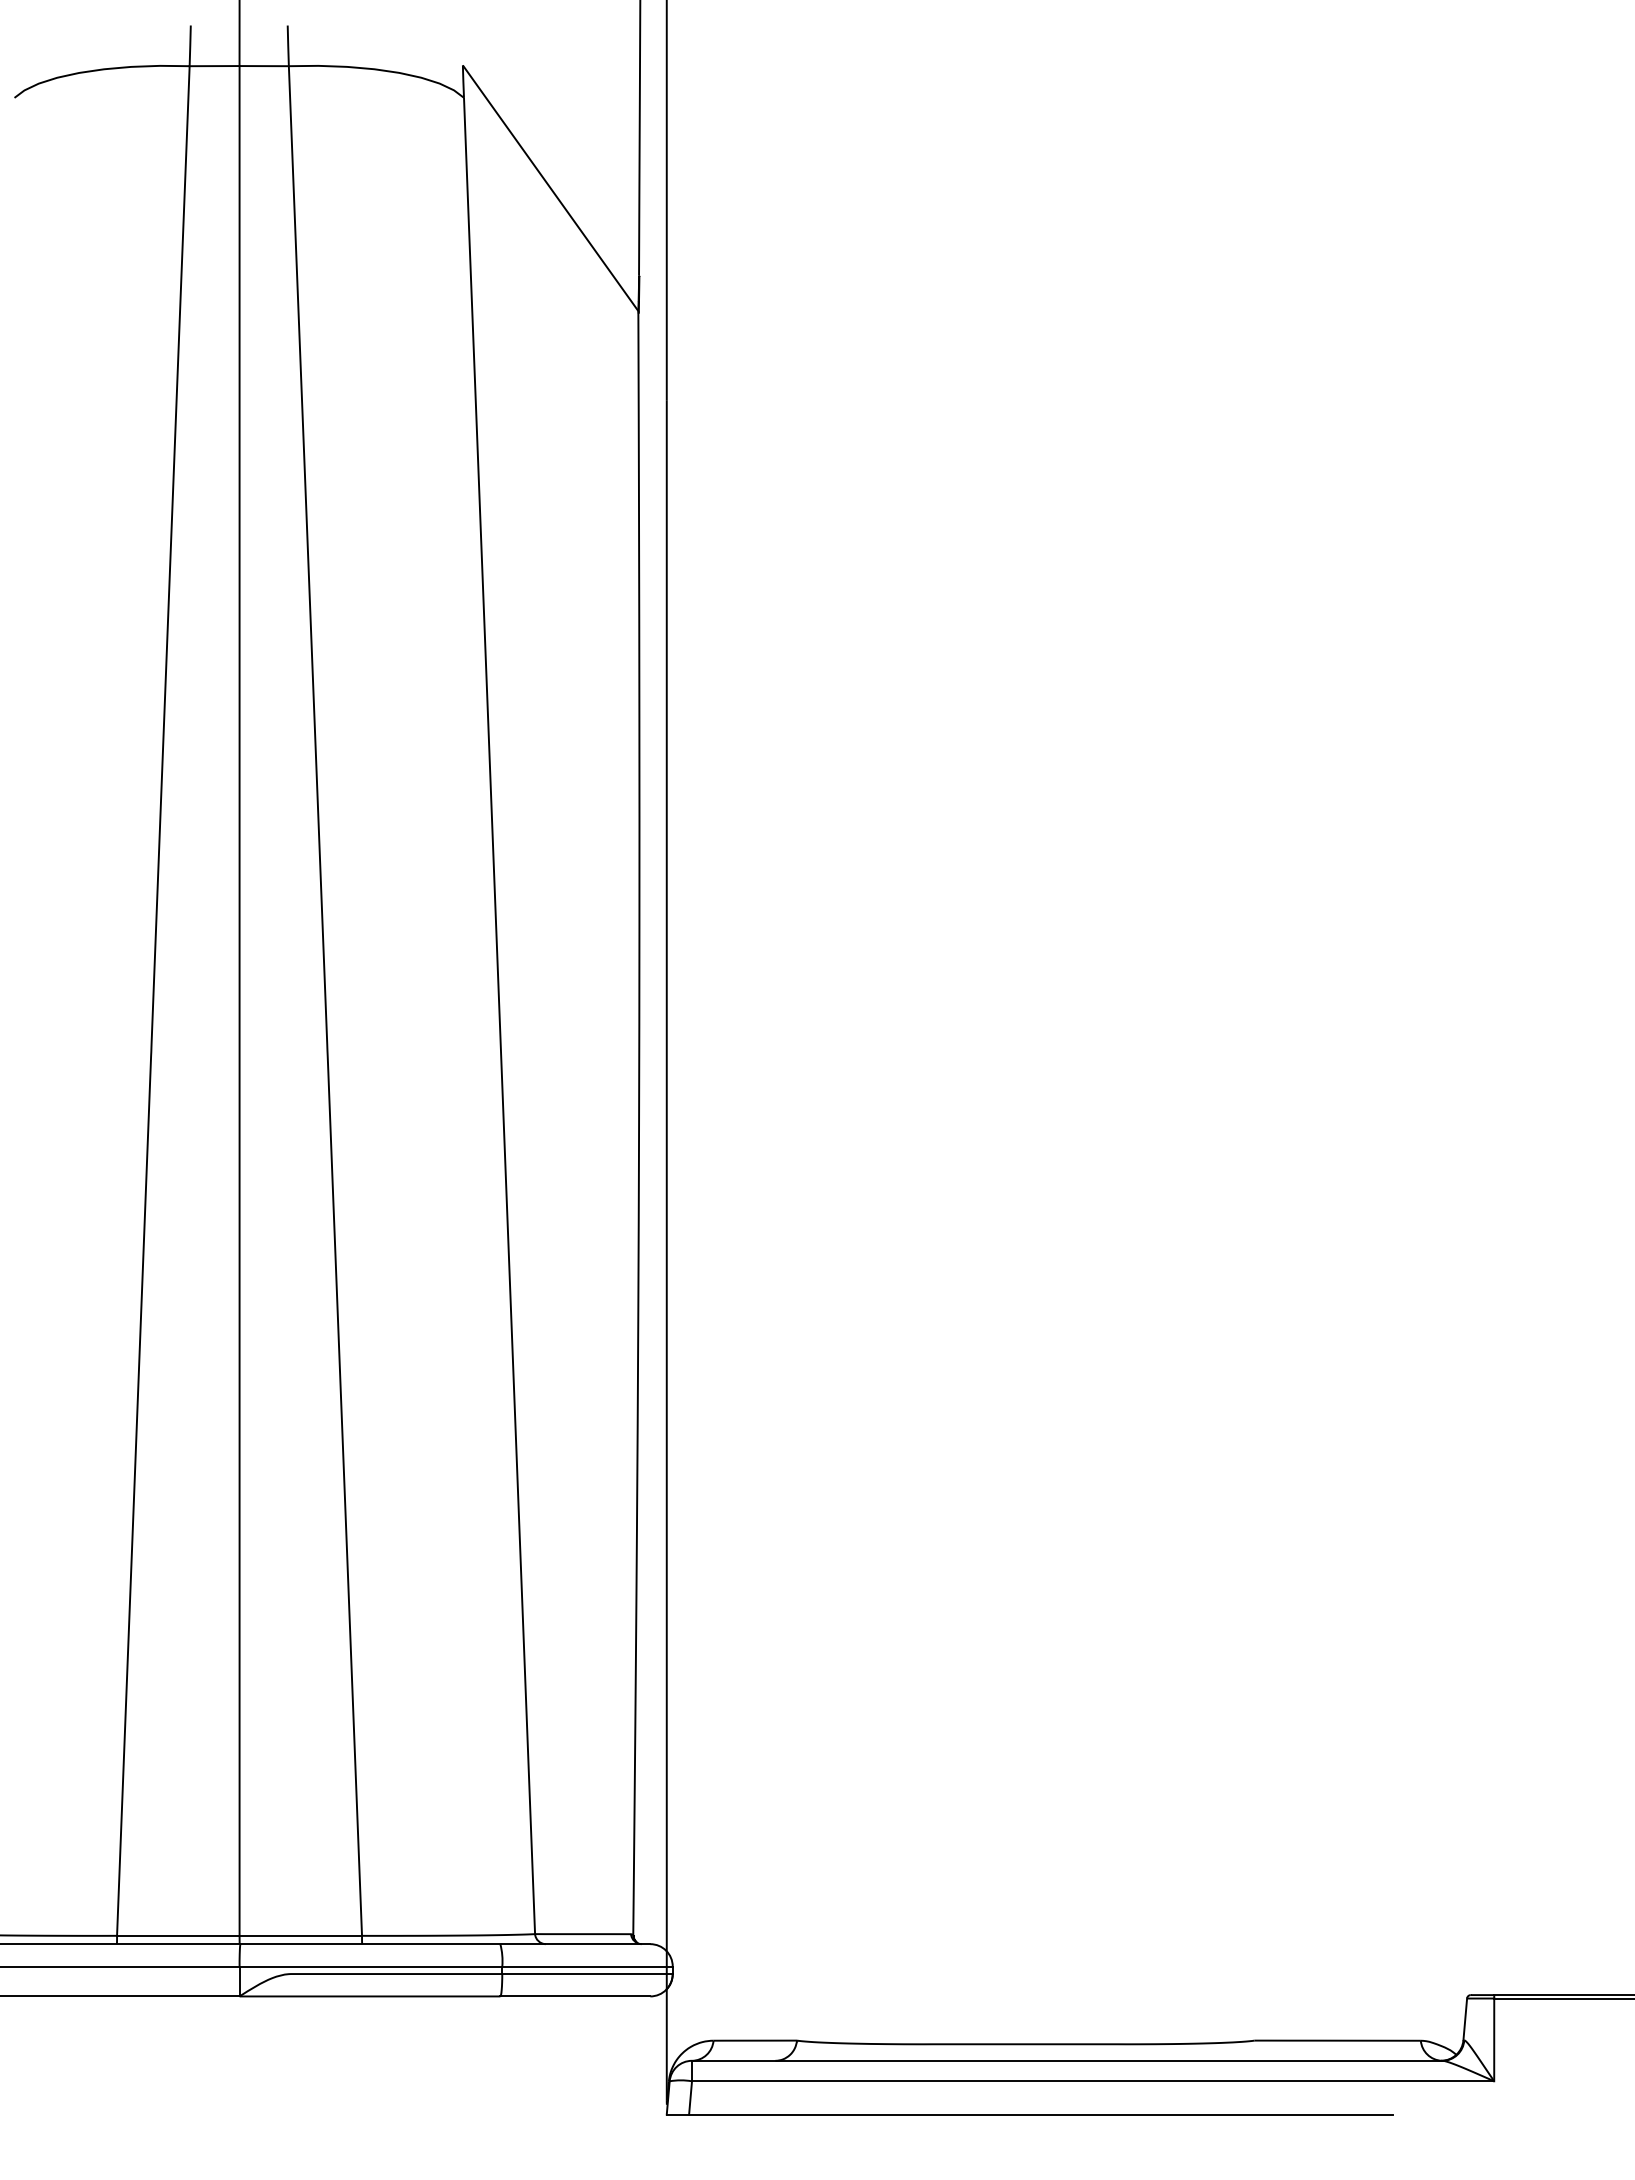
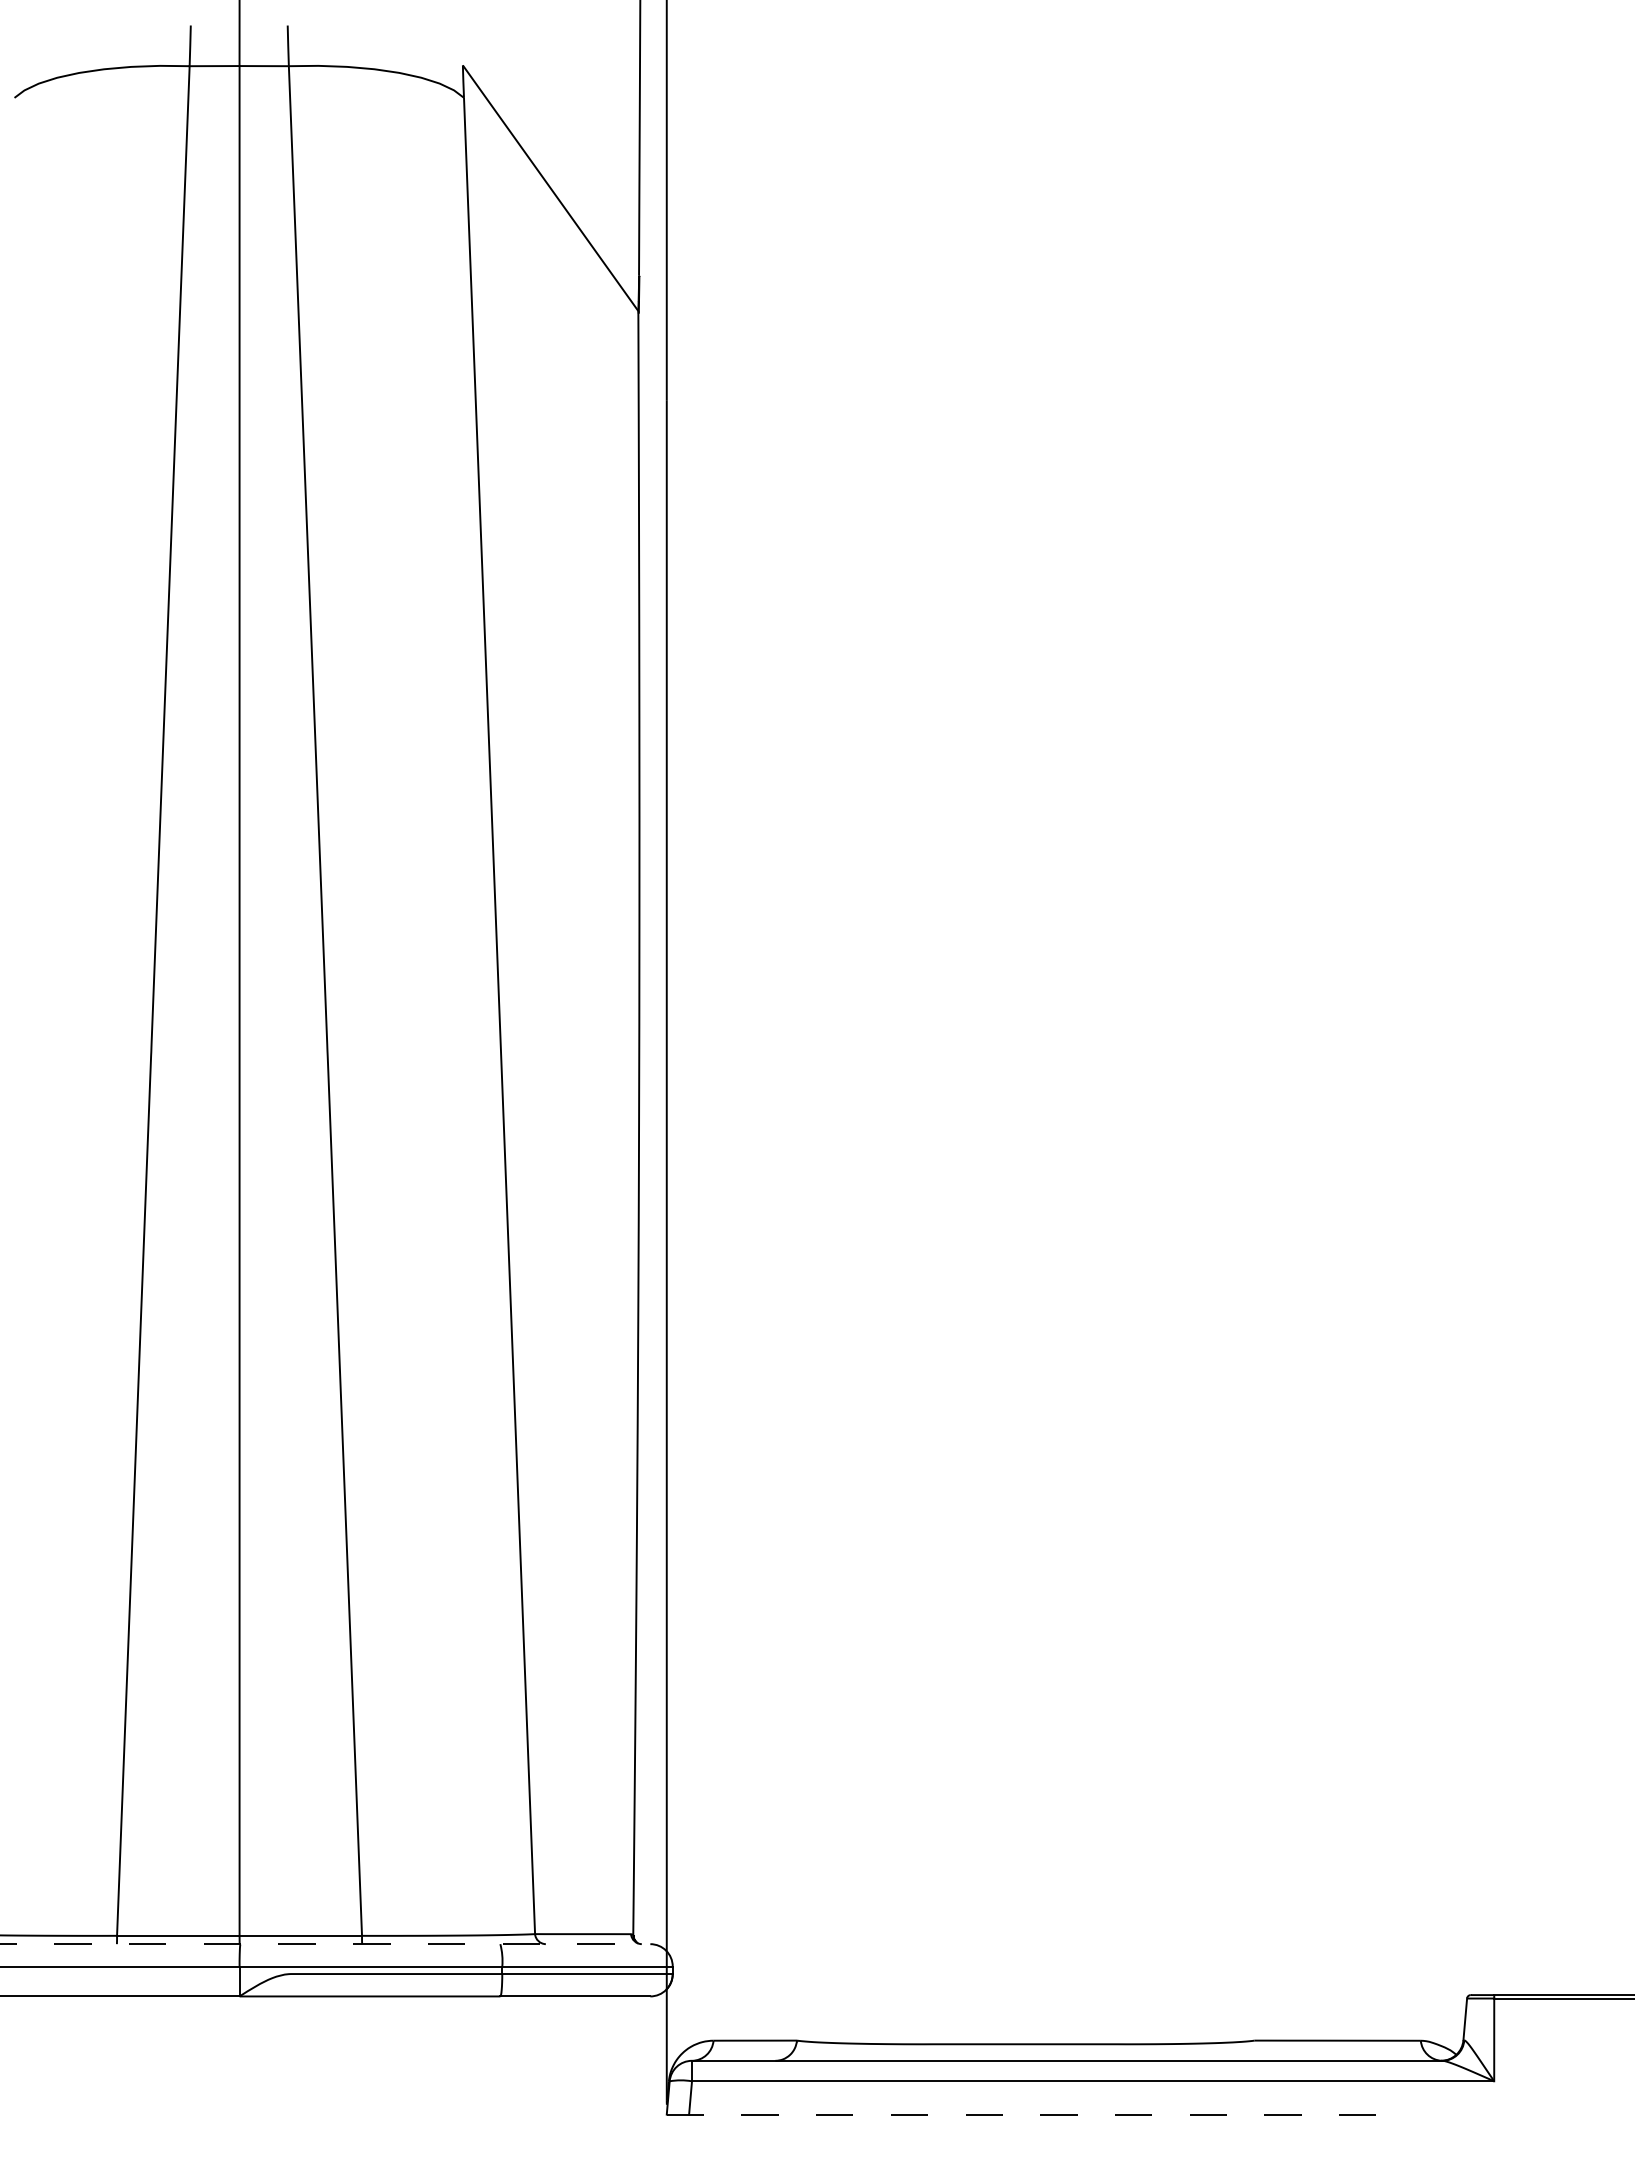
line at (325, 1944): solid -> dashed
line at (1030, 2114): solid -> dashed
